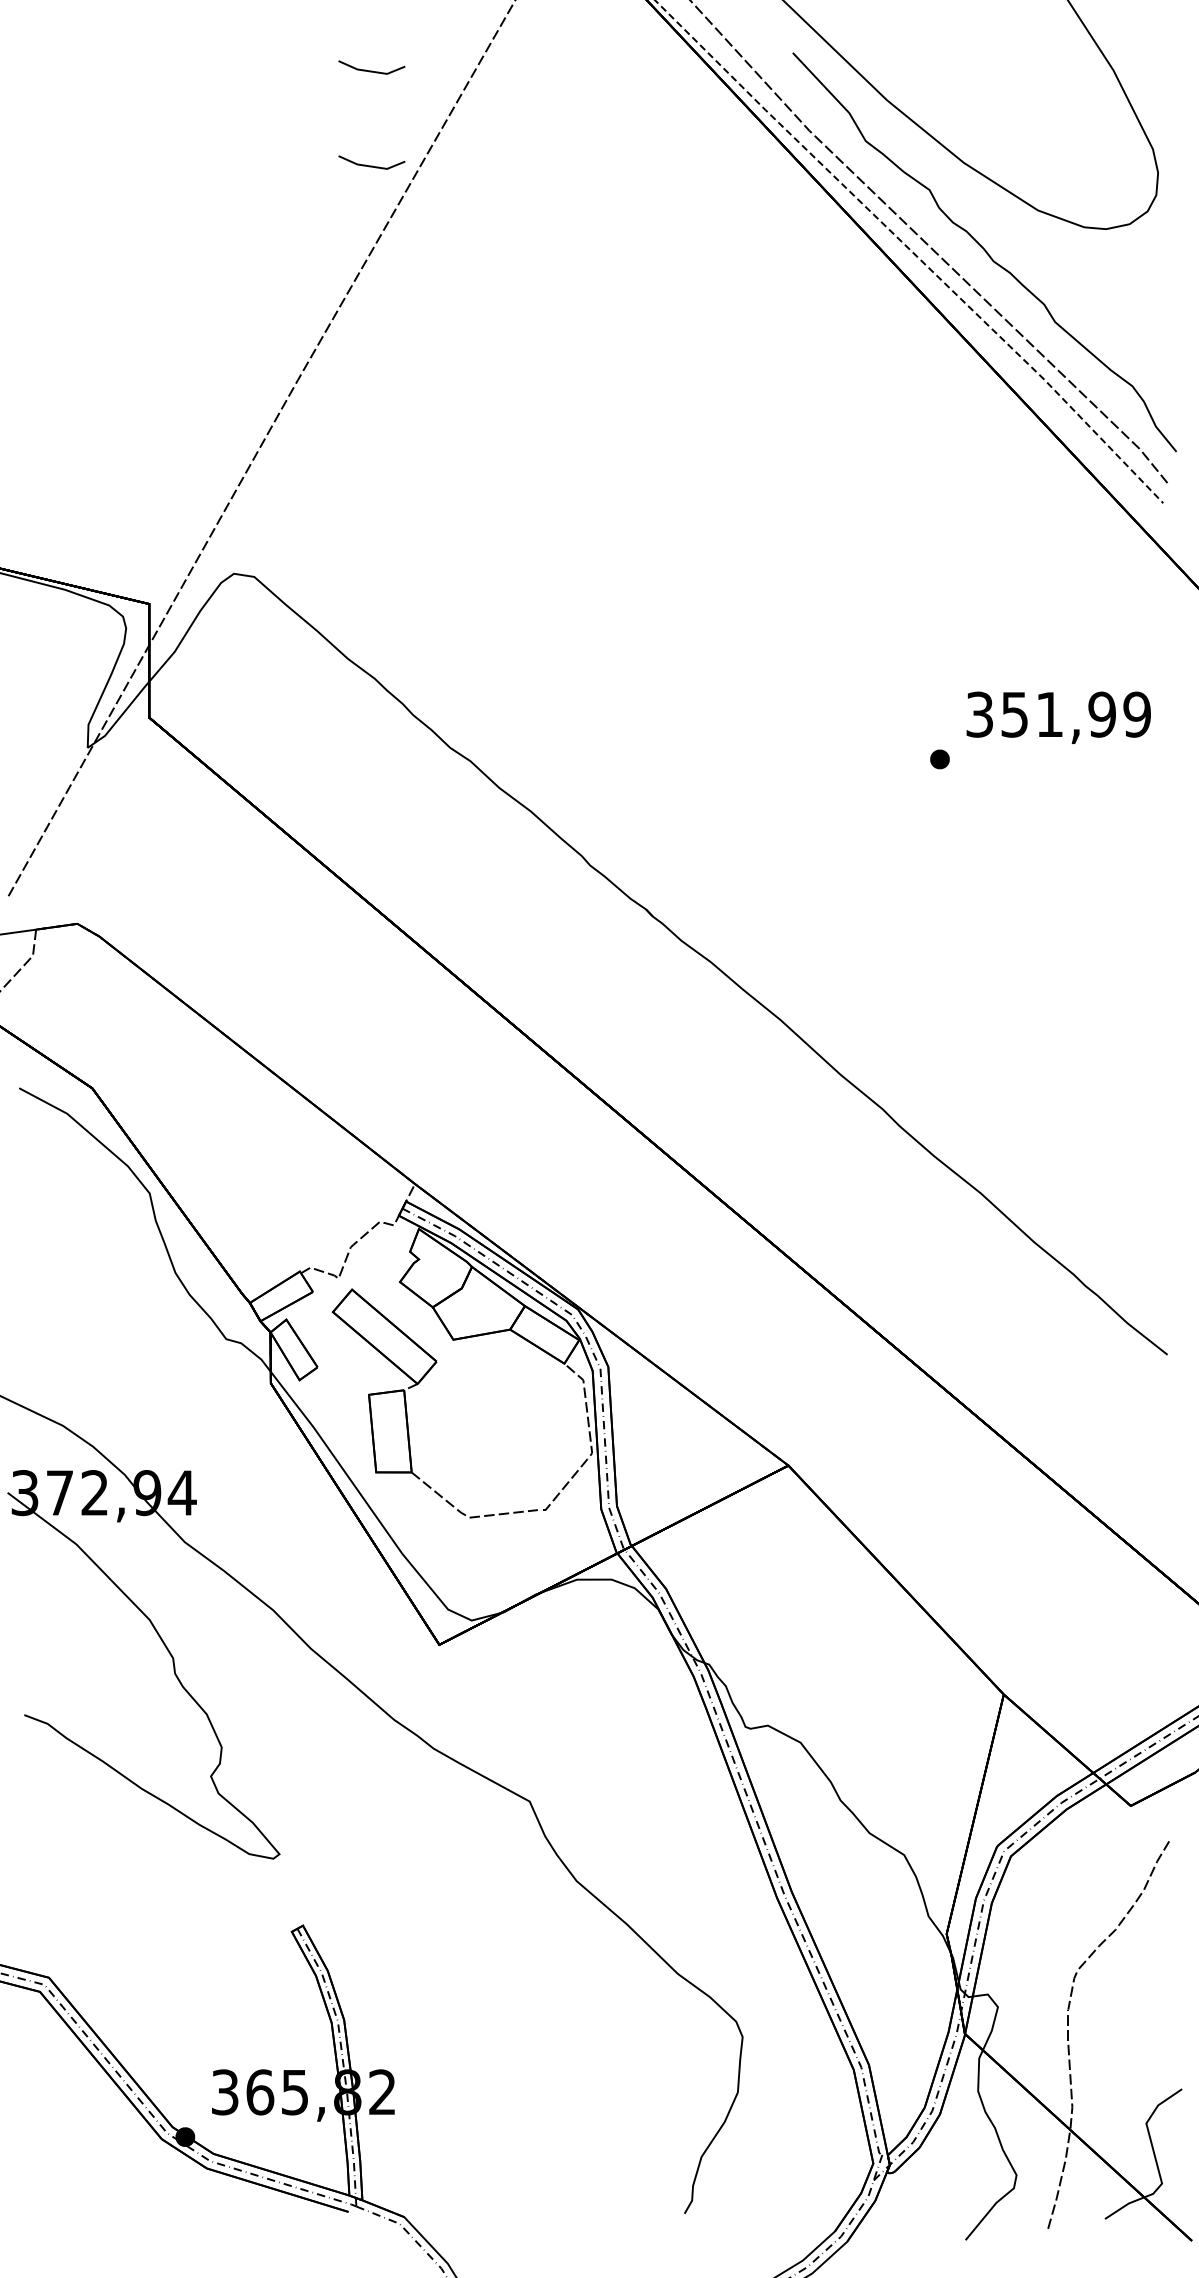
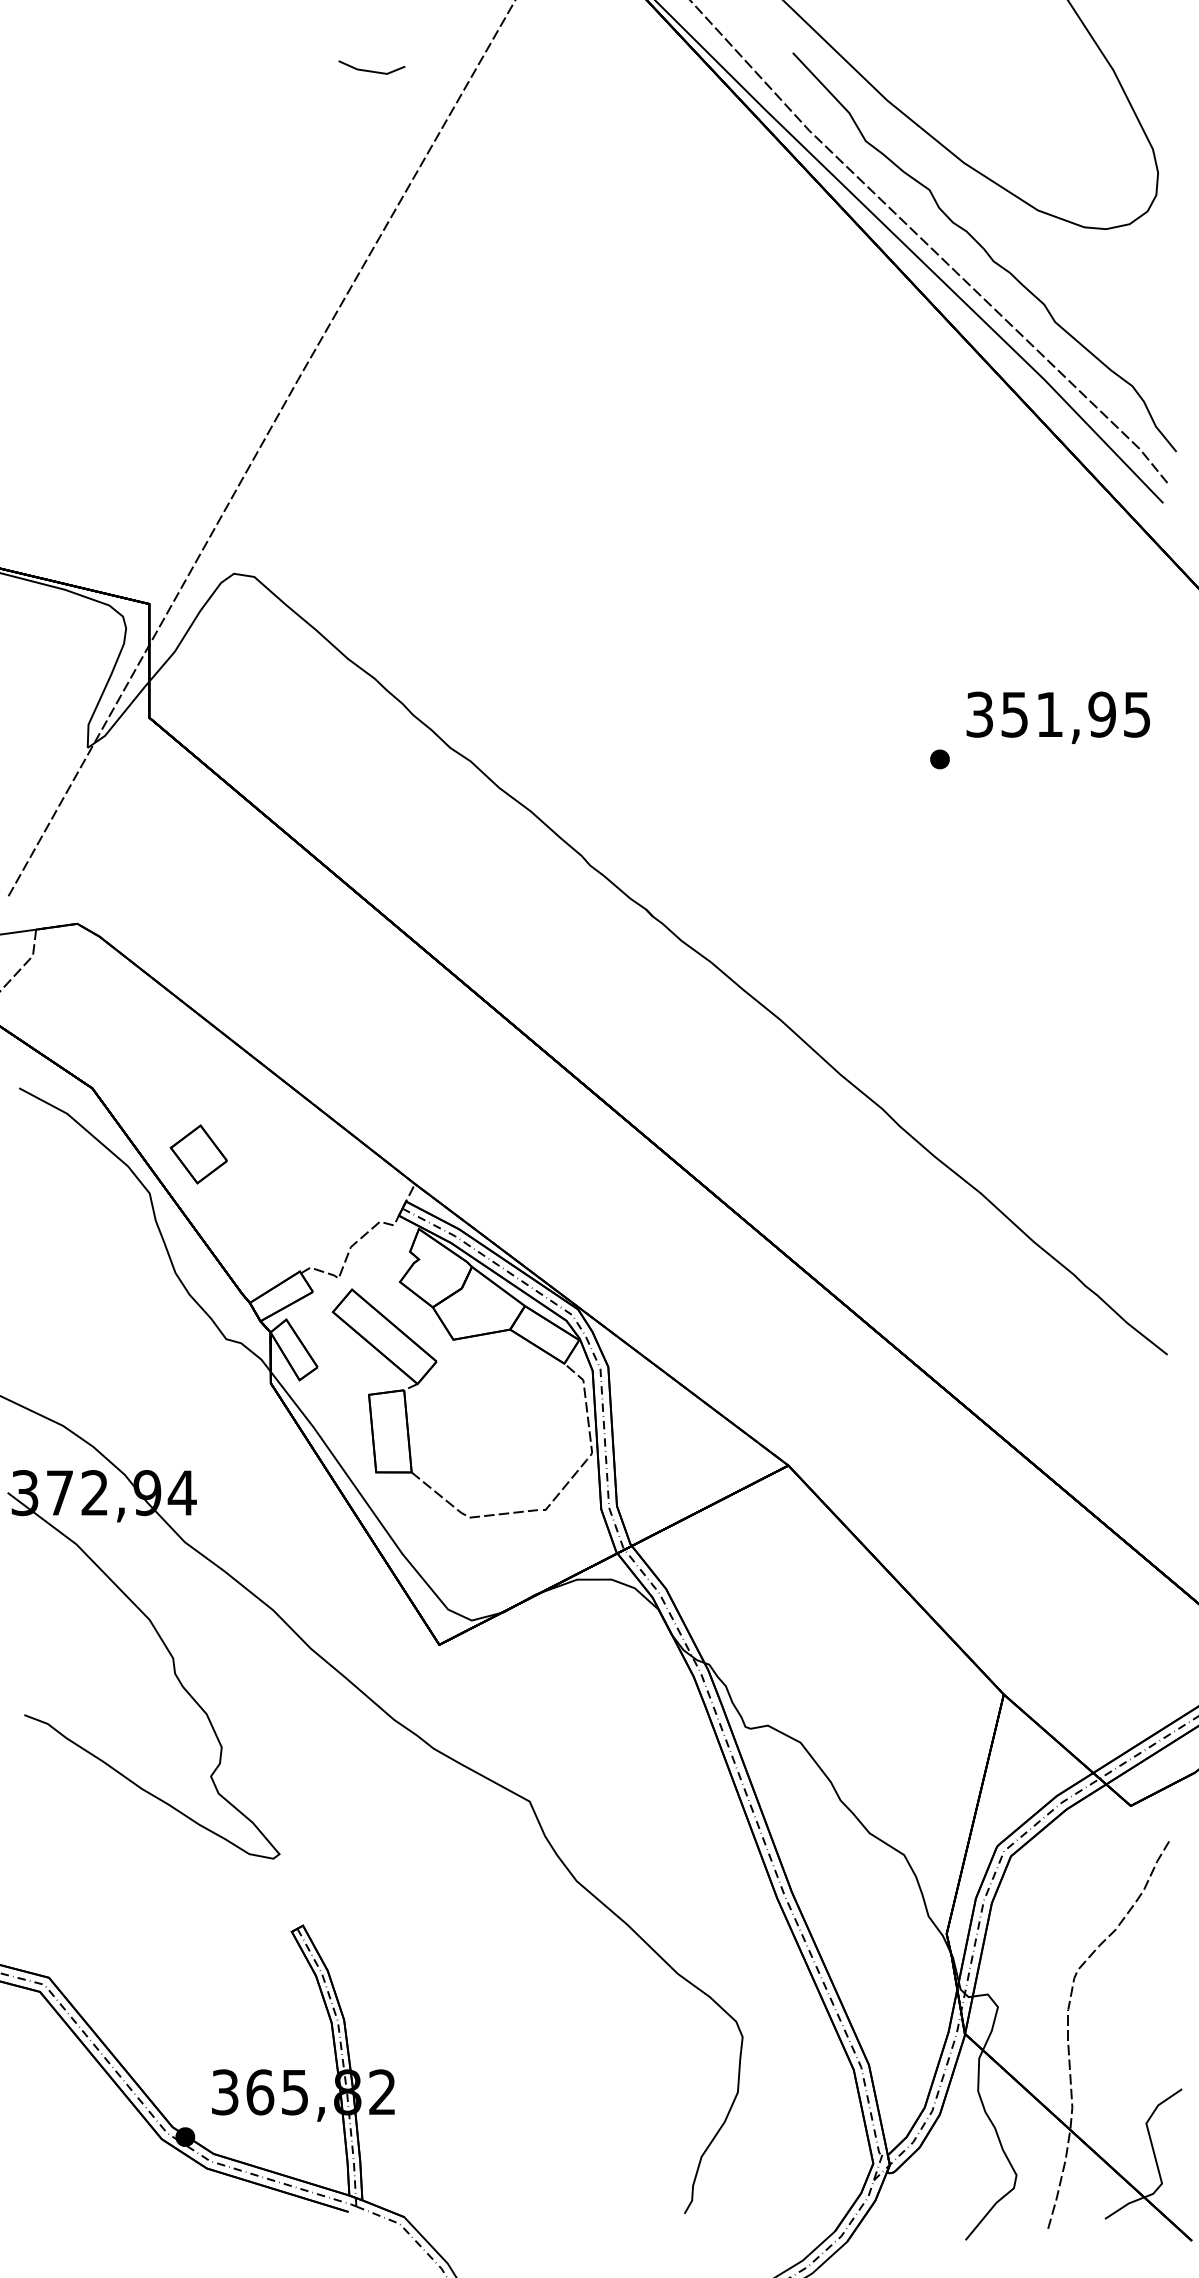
line at (371, 165): present -> none
line at (911, 250): dashed -> solid
text at (1136, 714): 351,99 -> 351,95
part at (198, 1154): none -> present
